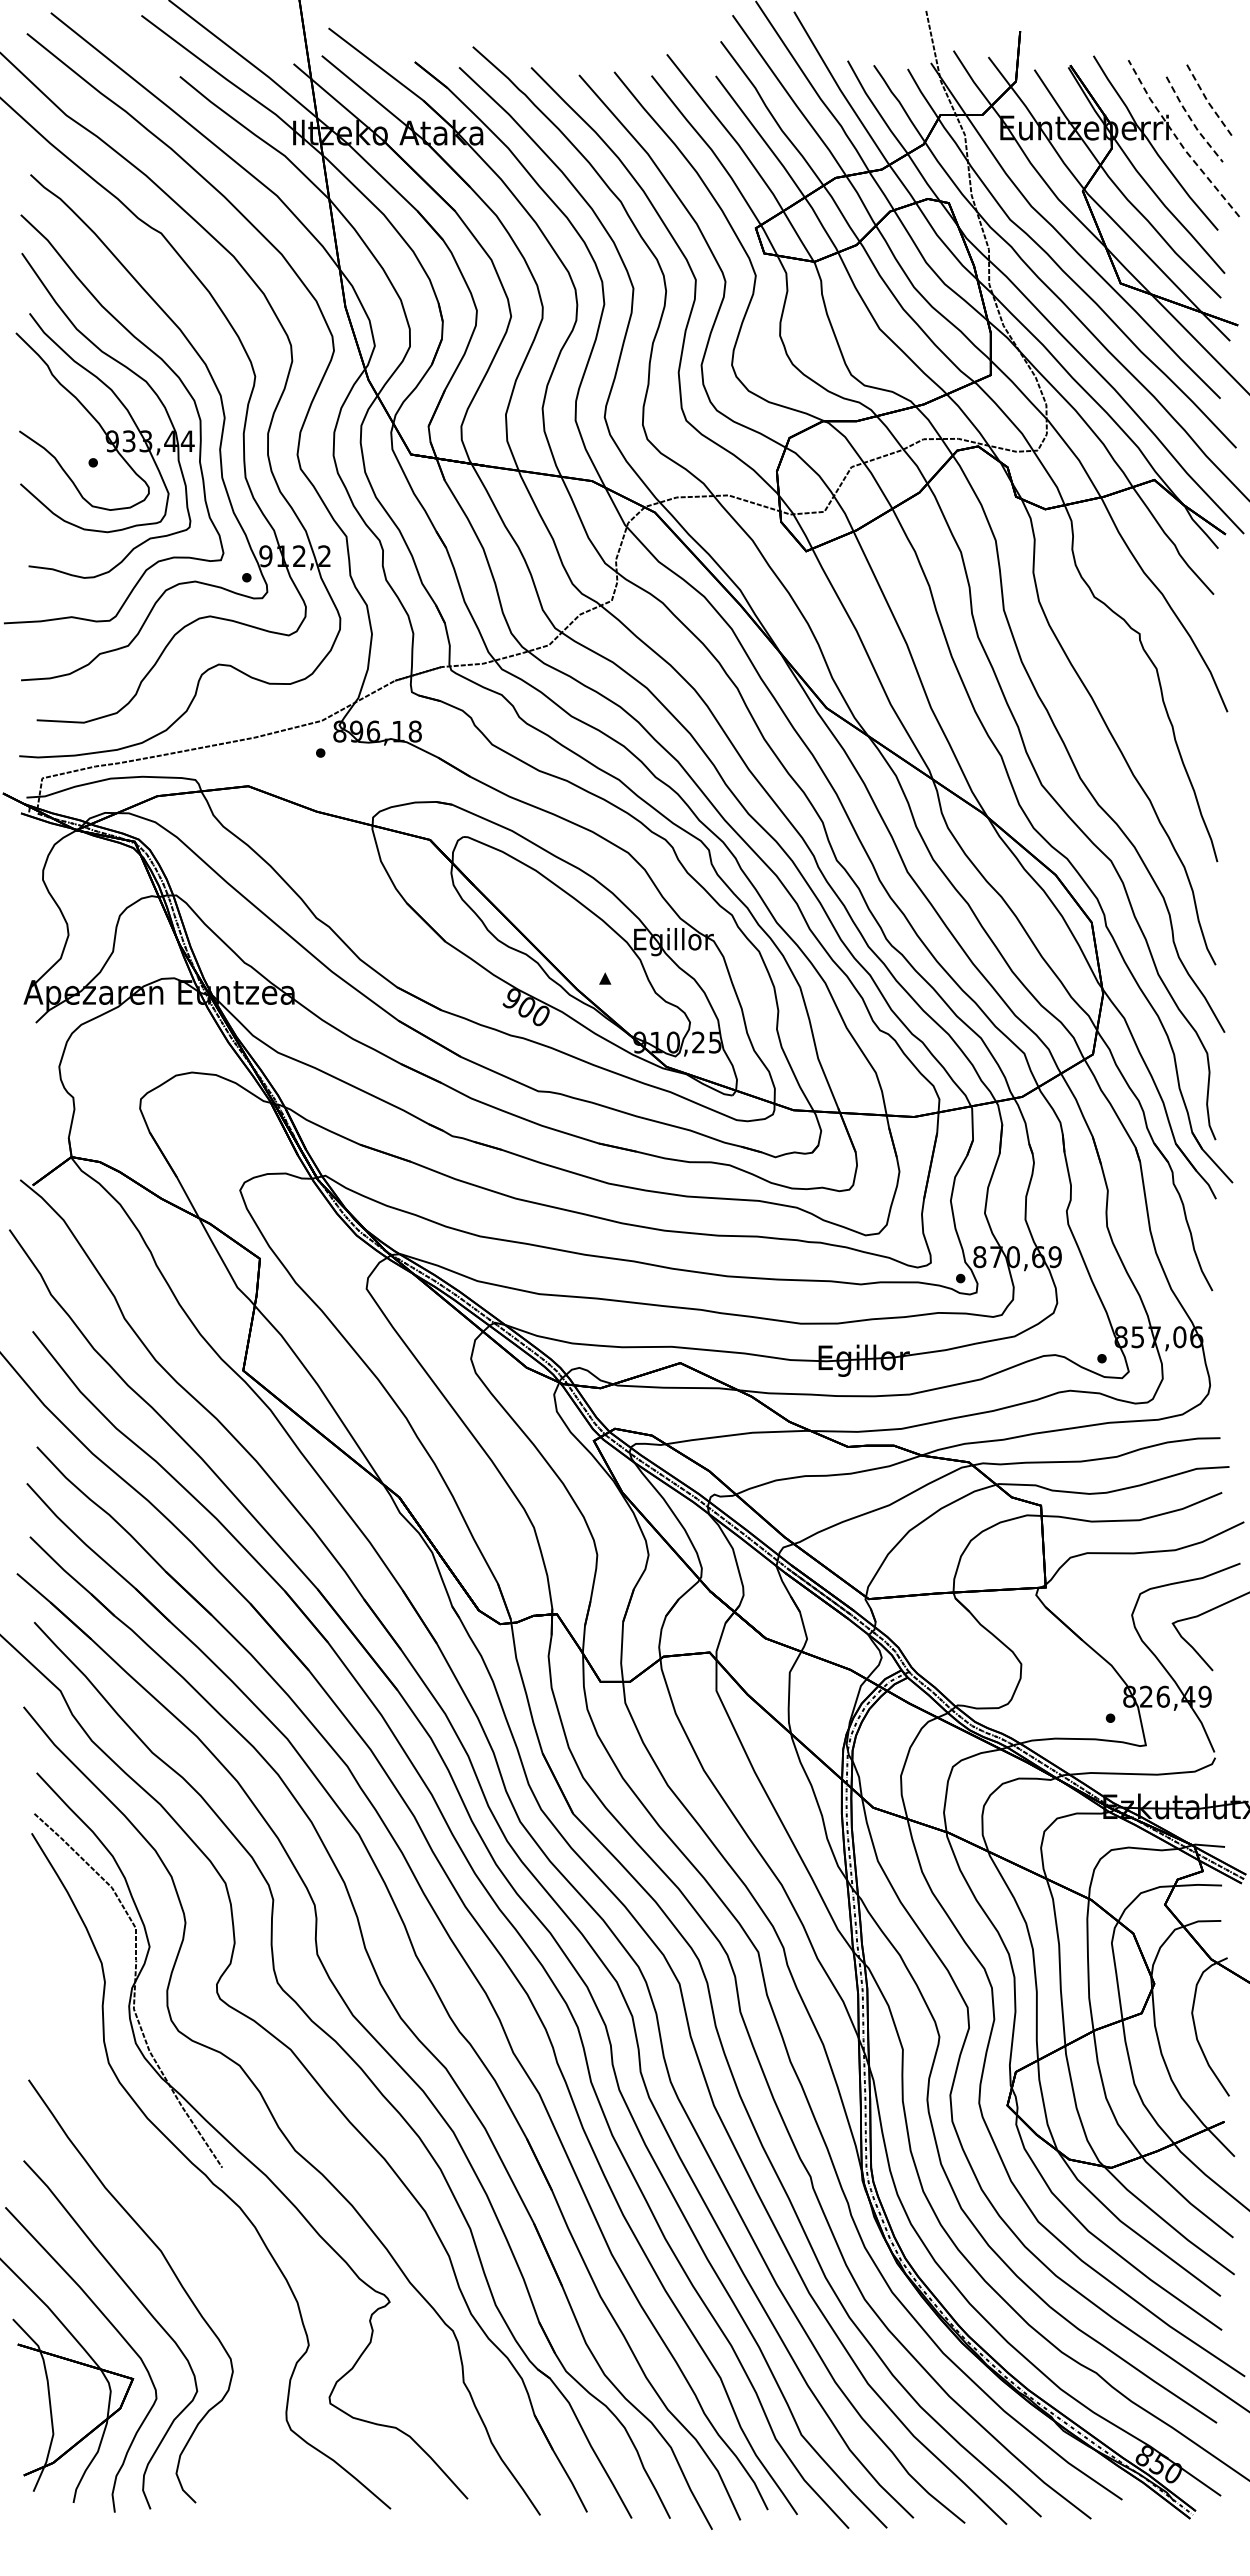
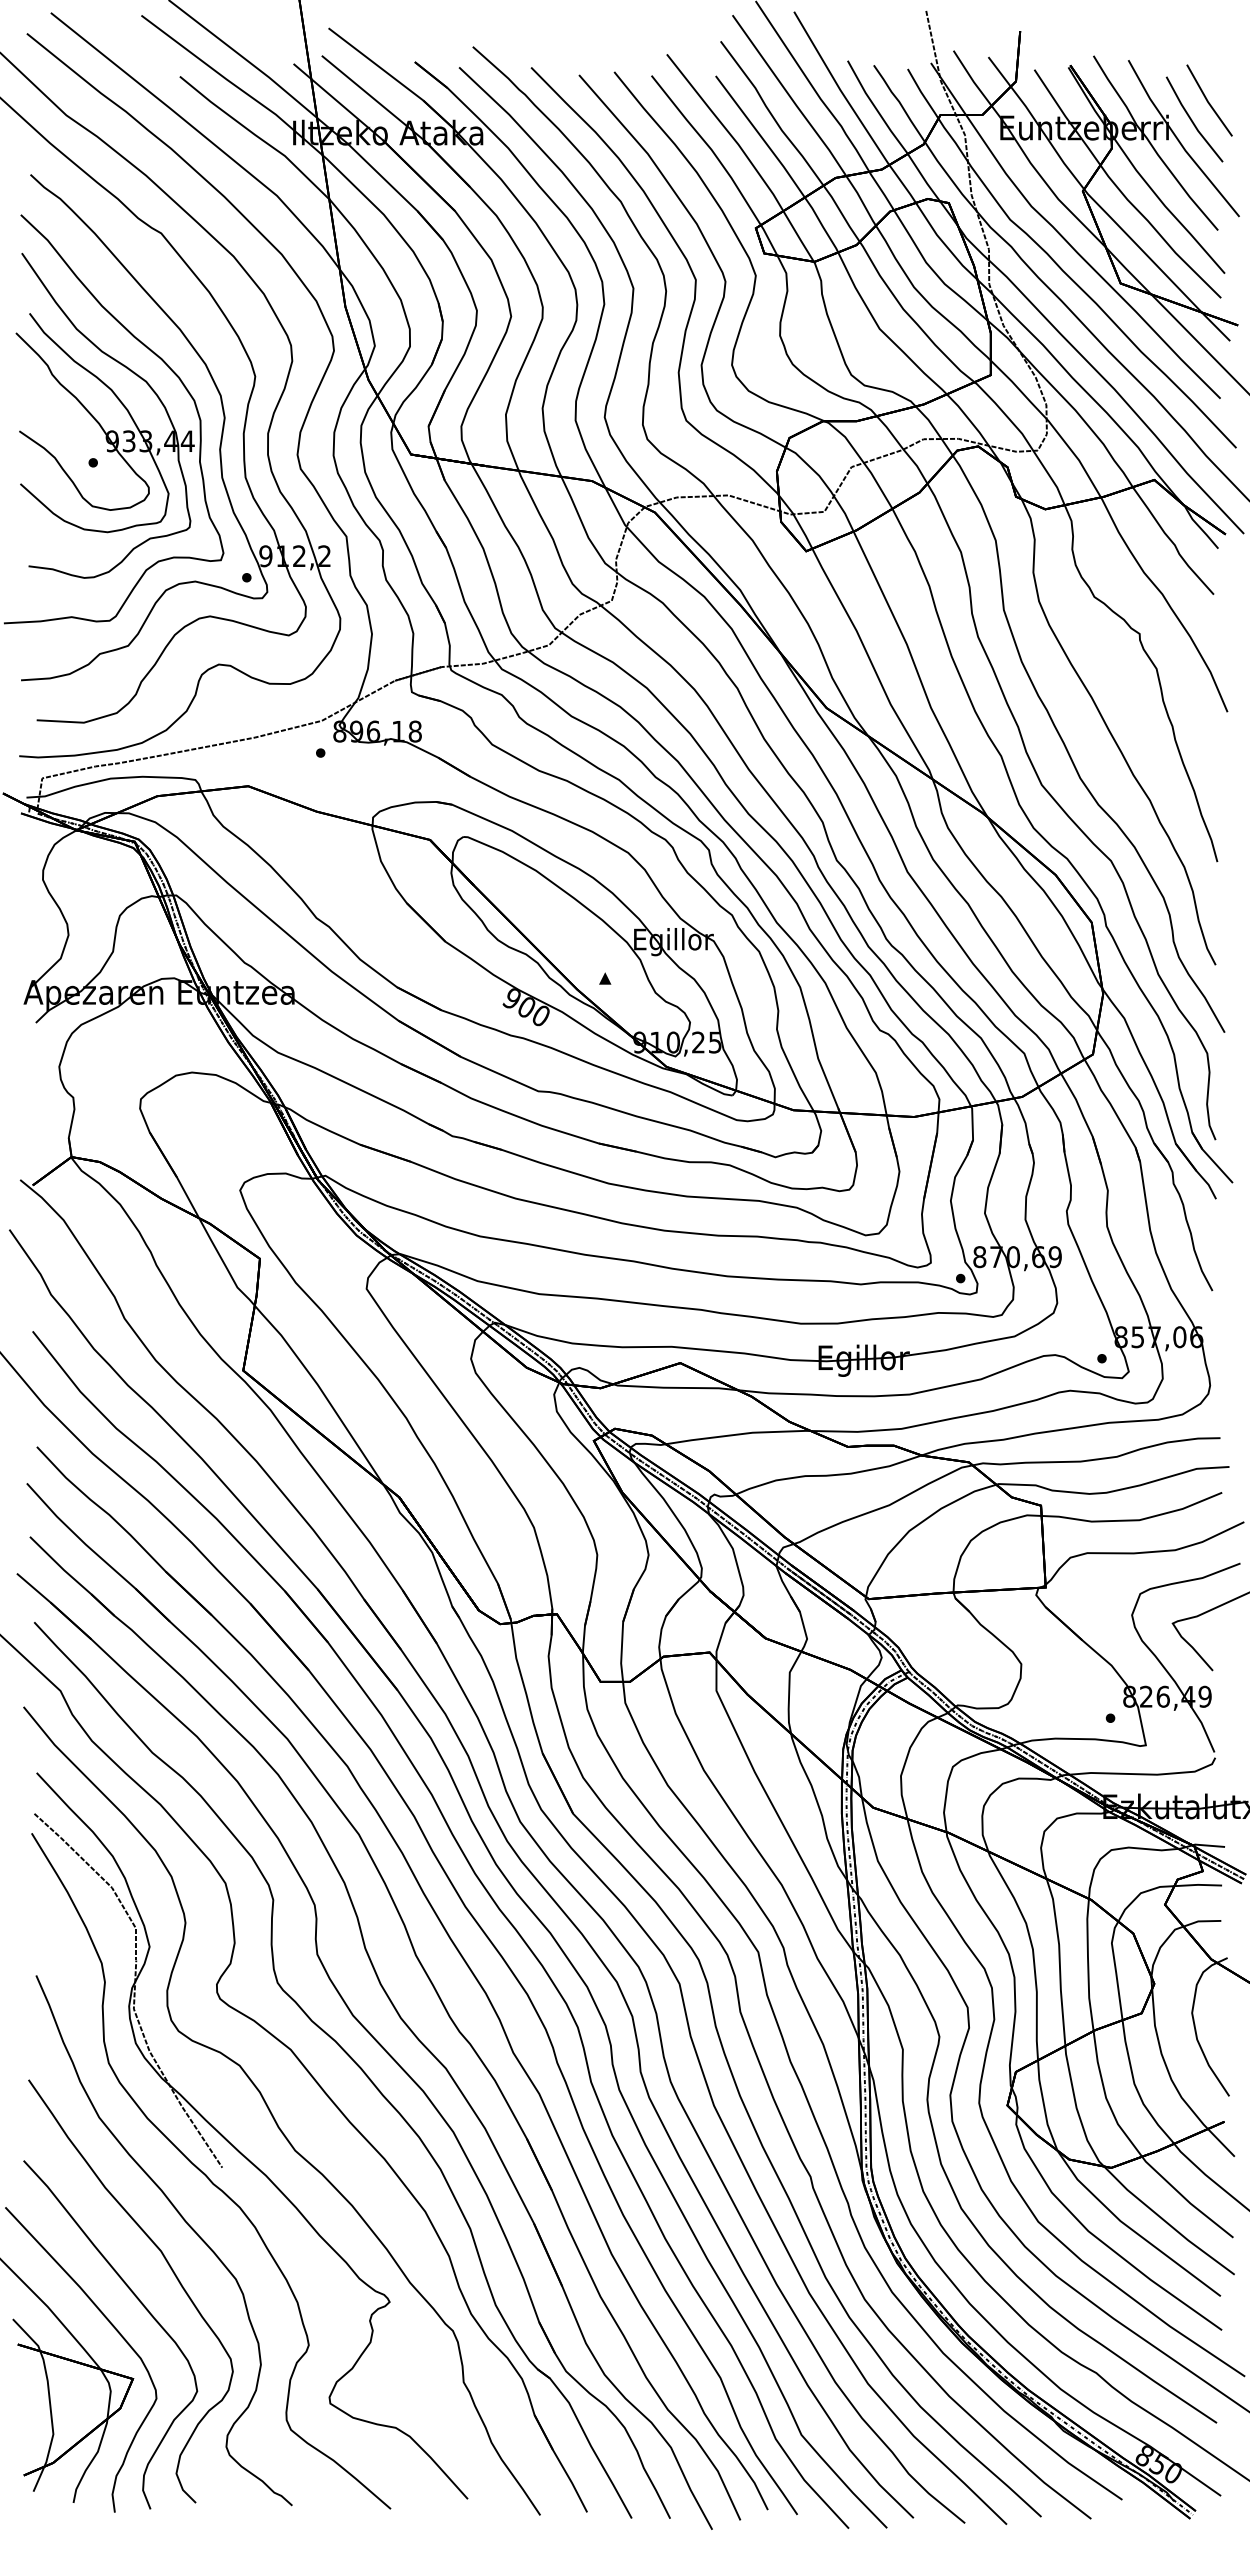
line at (1208, 101): dashed -> solid
line at (1191, 121): dashed -> solid
line at (1179, 141): dashed -> solid
curve at (183, 2220): none -> present
